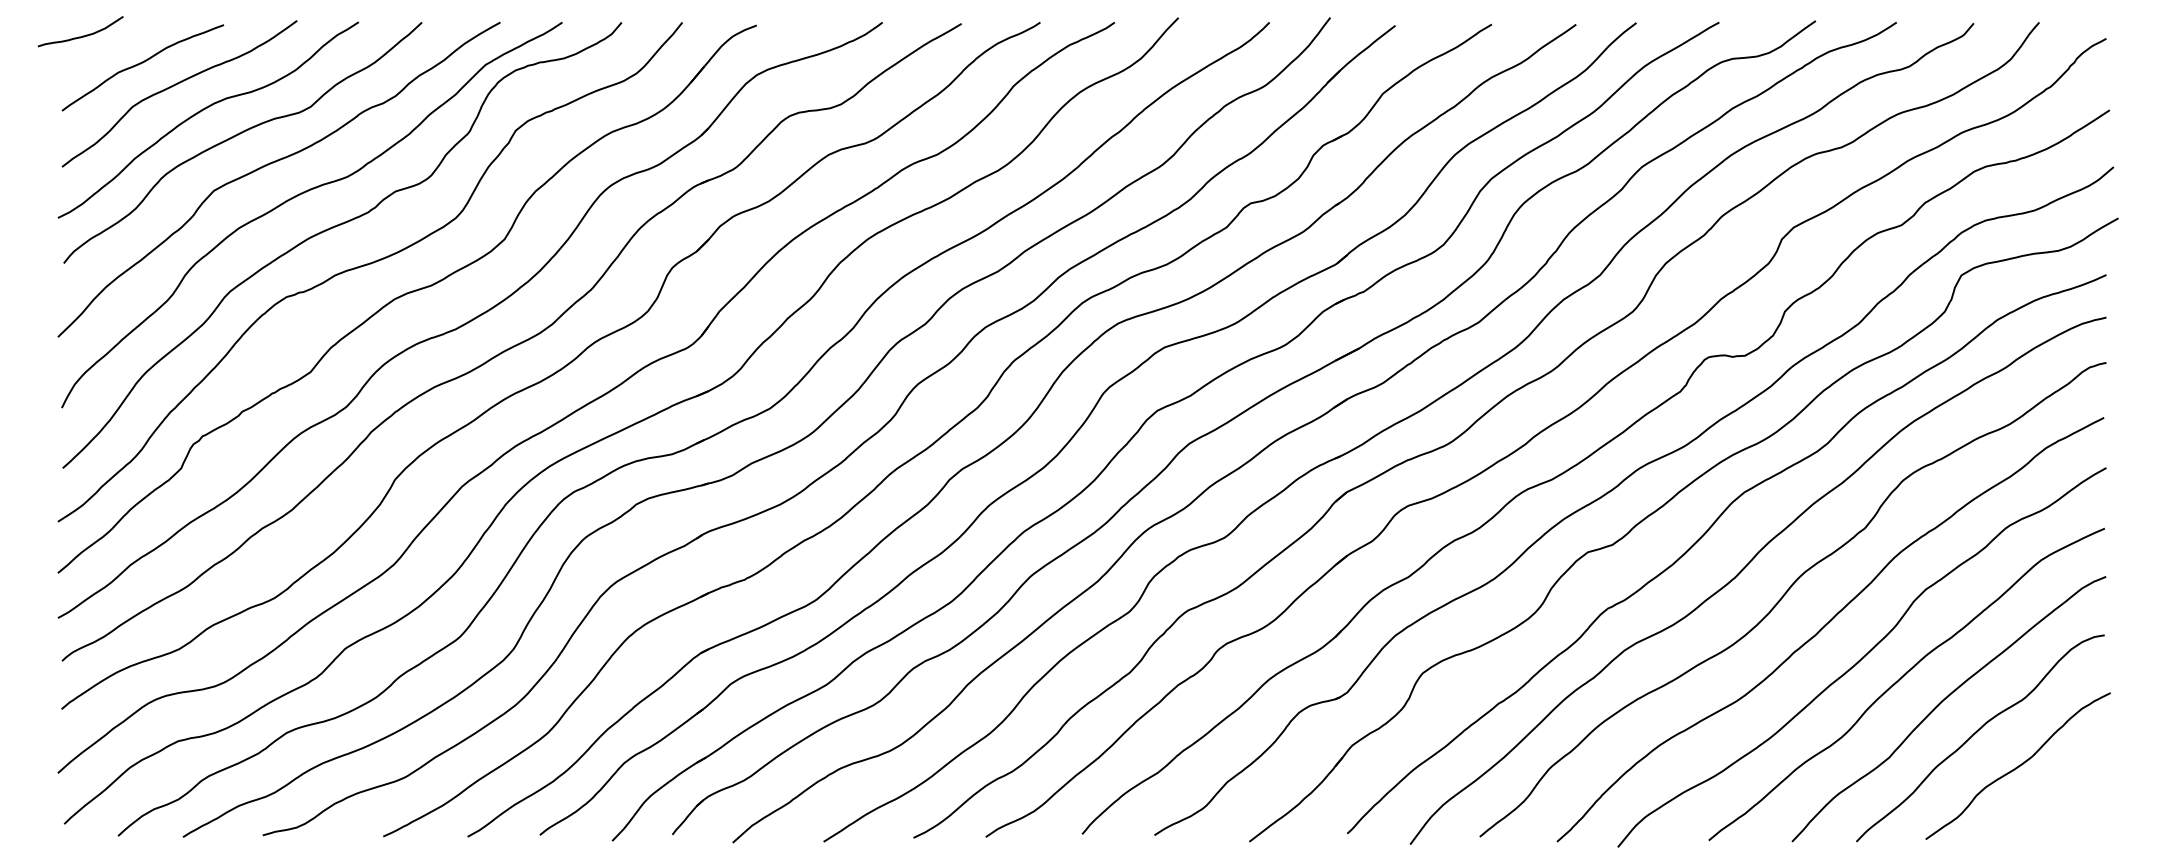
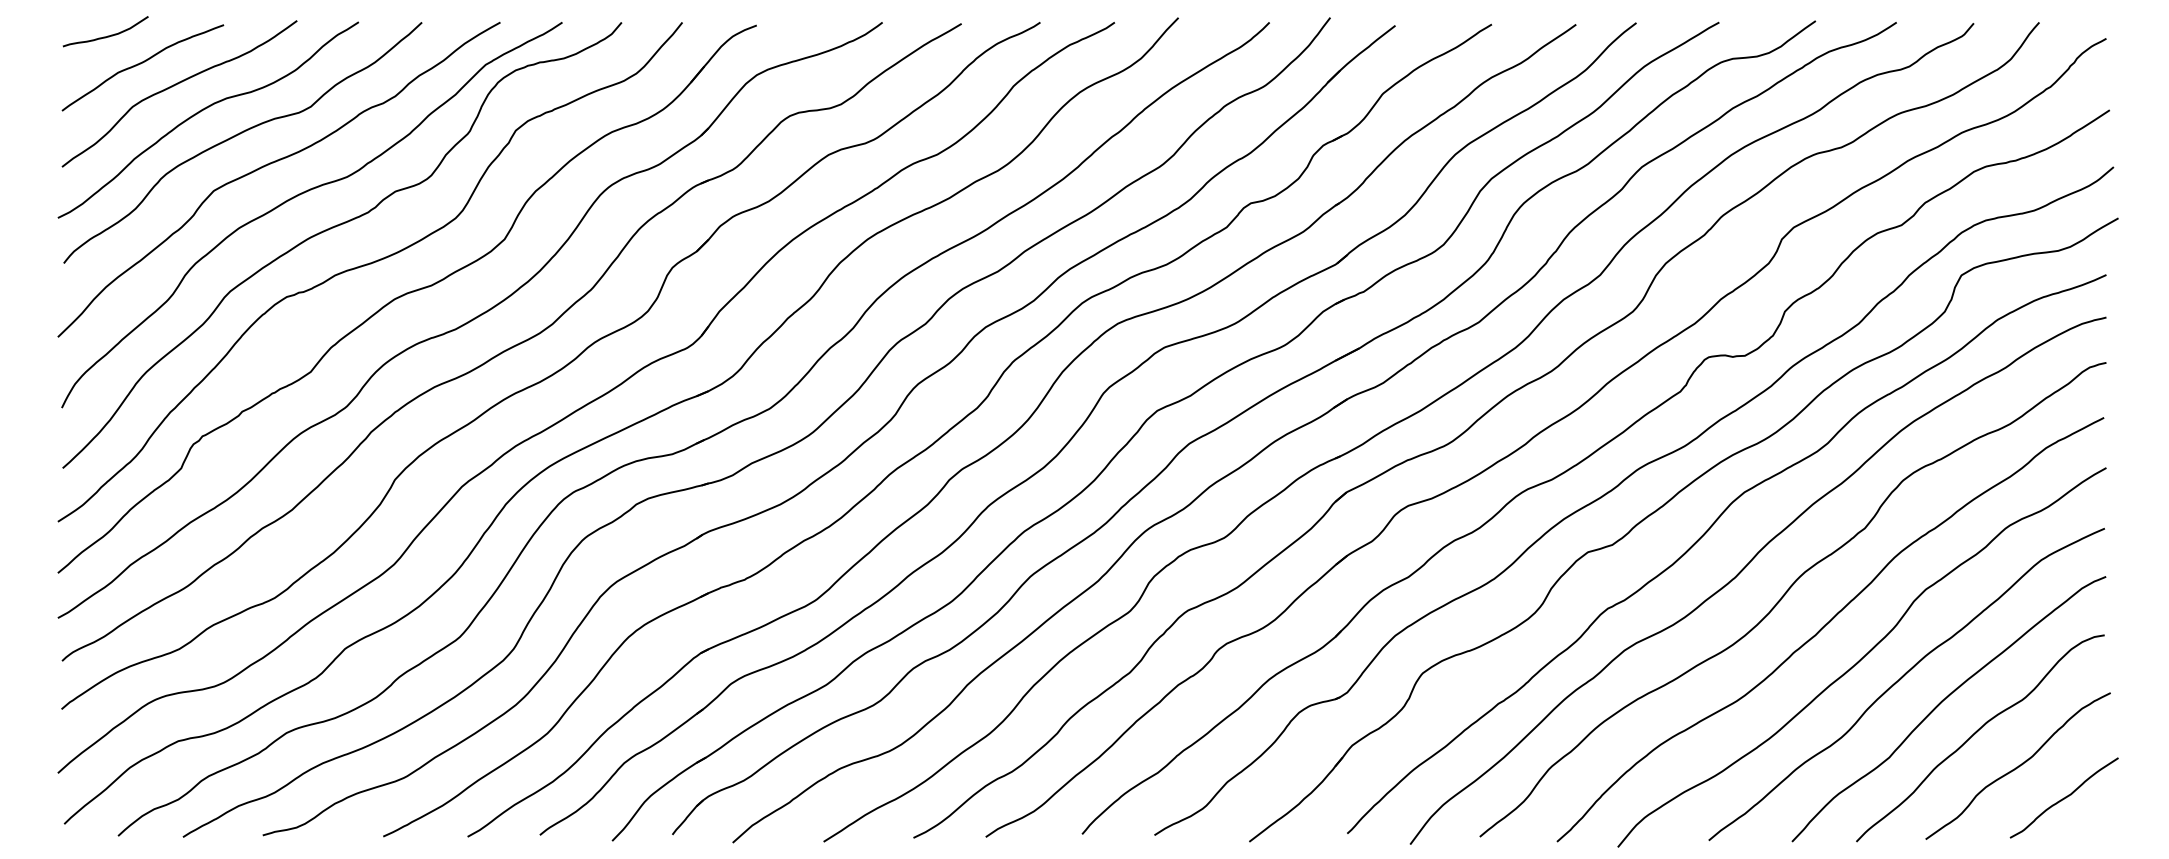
curve at (82, 35) position: (82, 35) -> (107, 35)
curve at (2063, 797): none -> present
